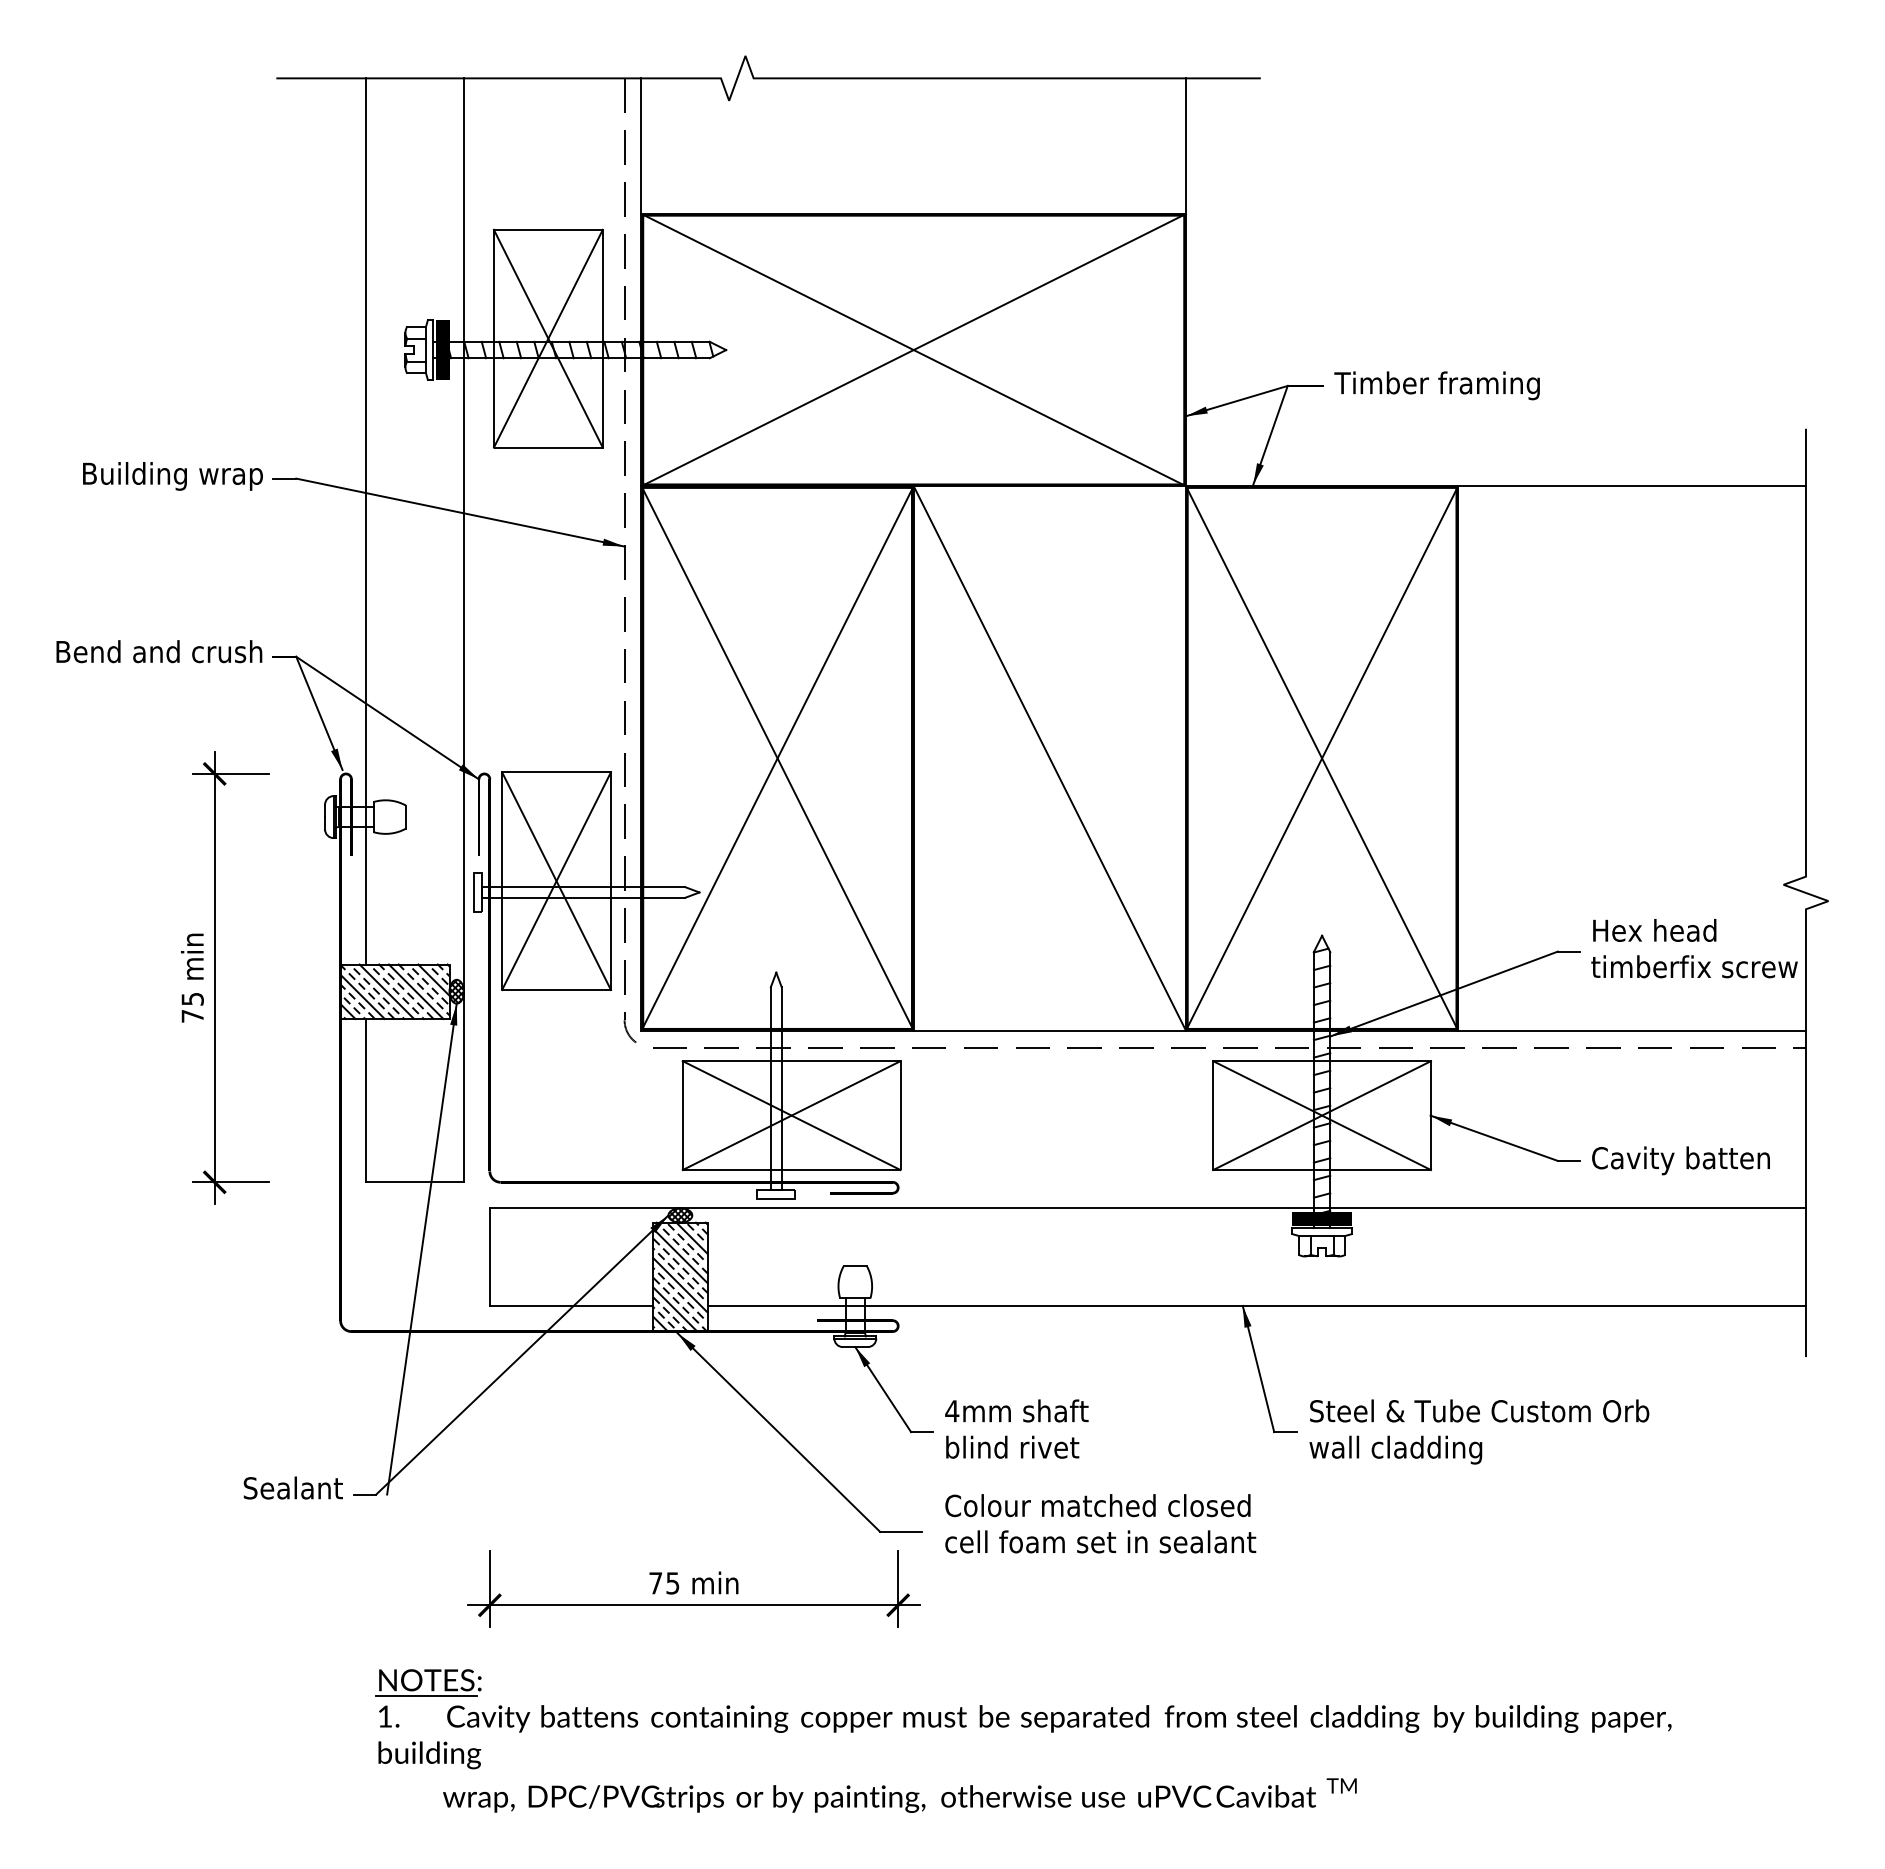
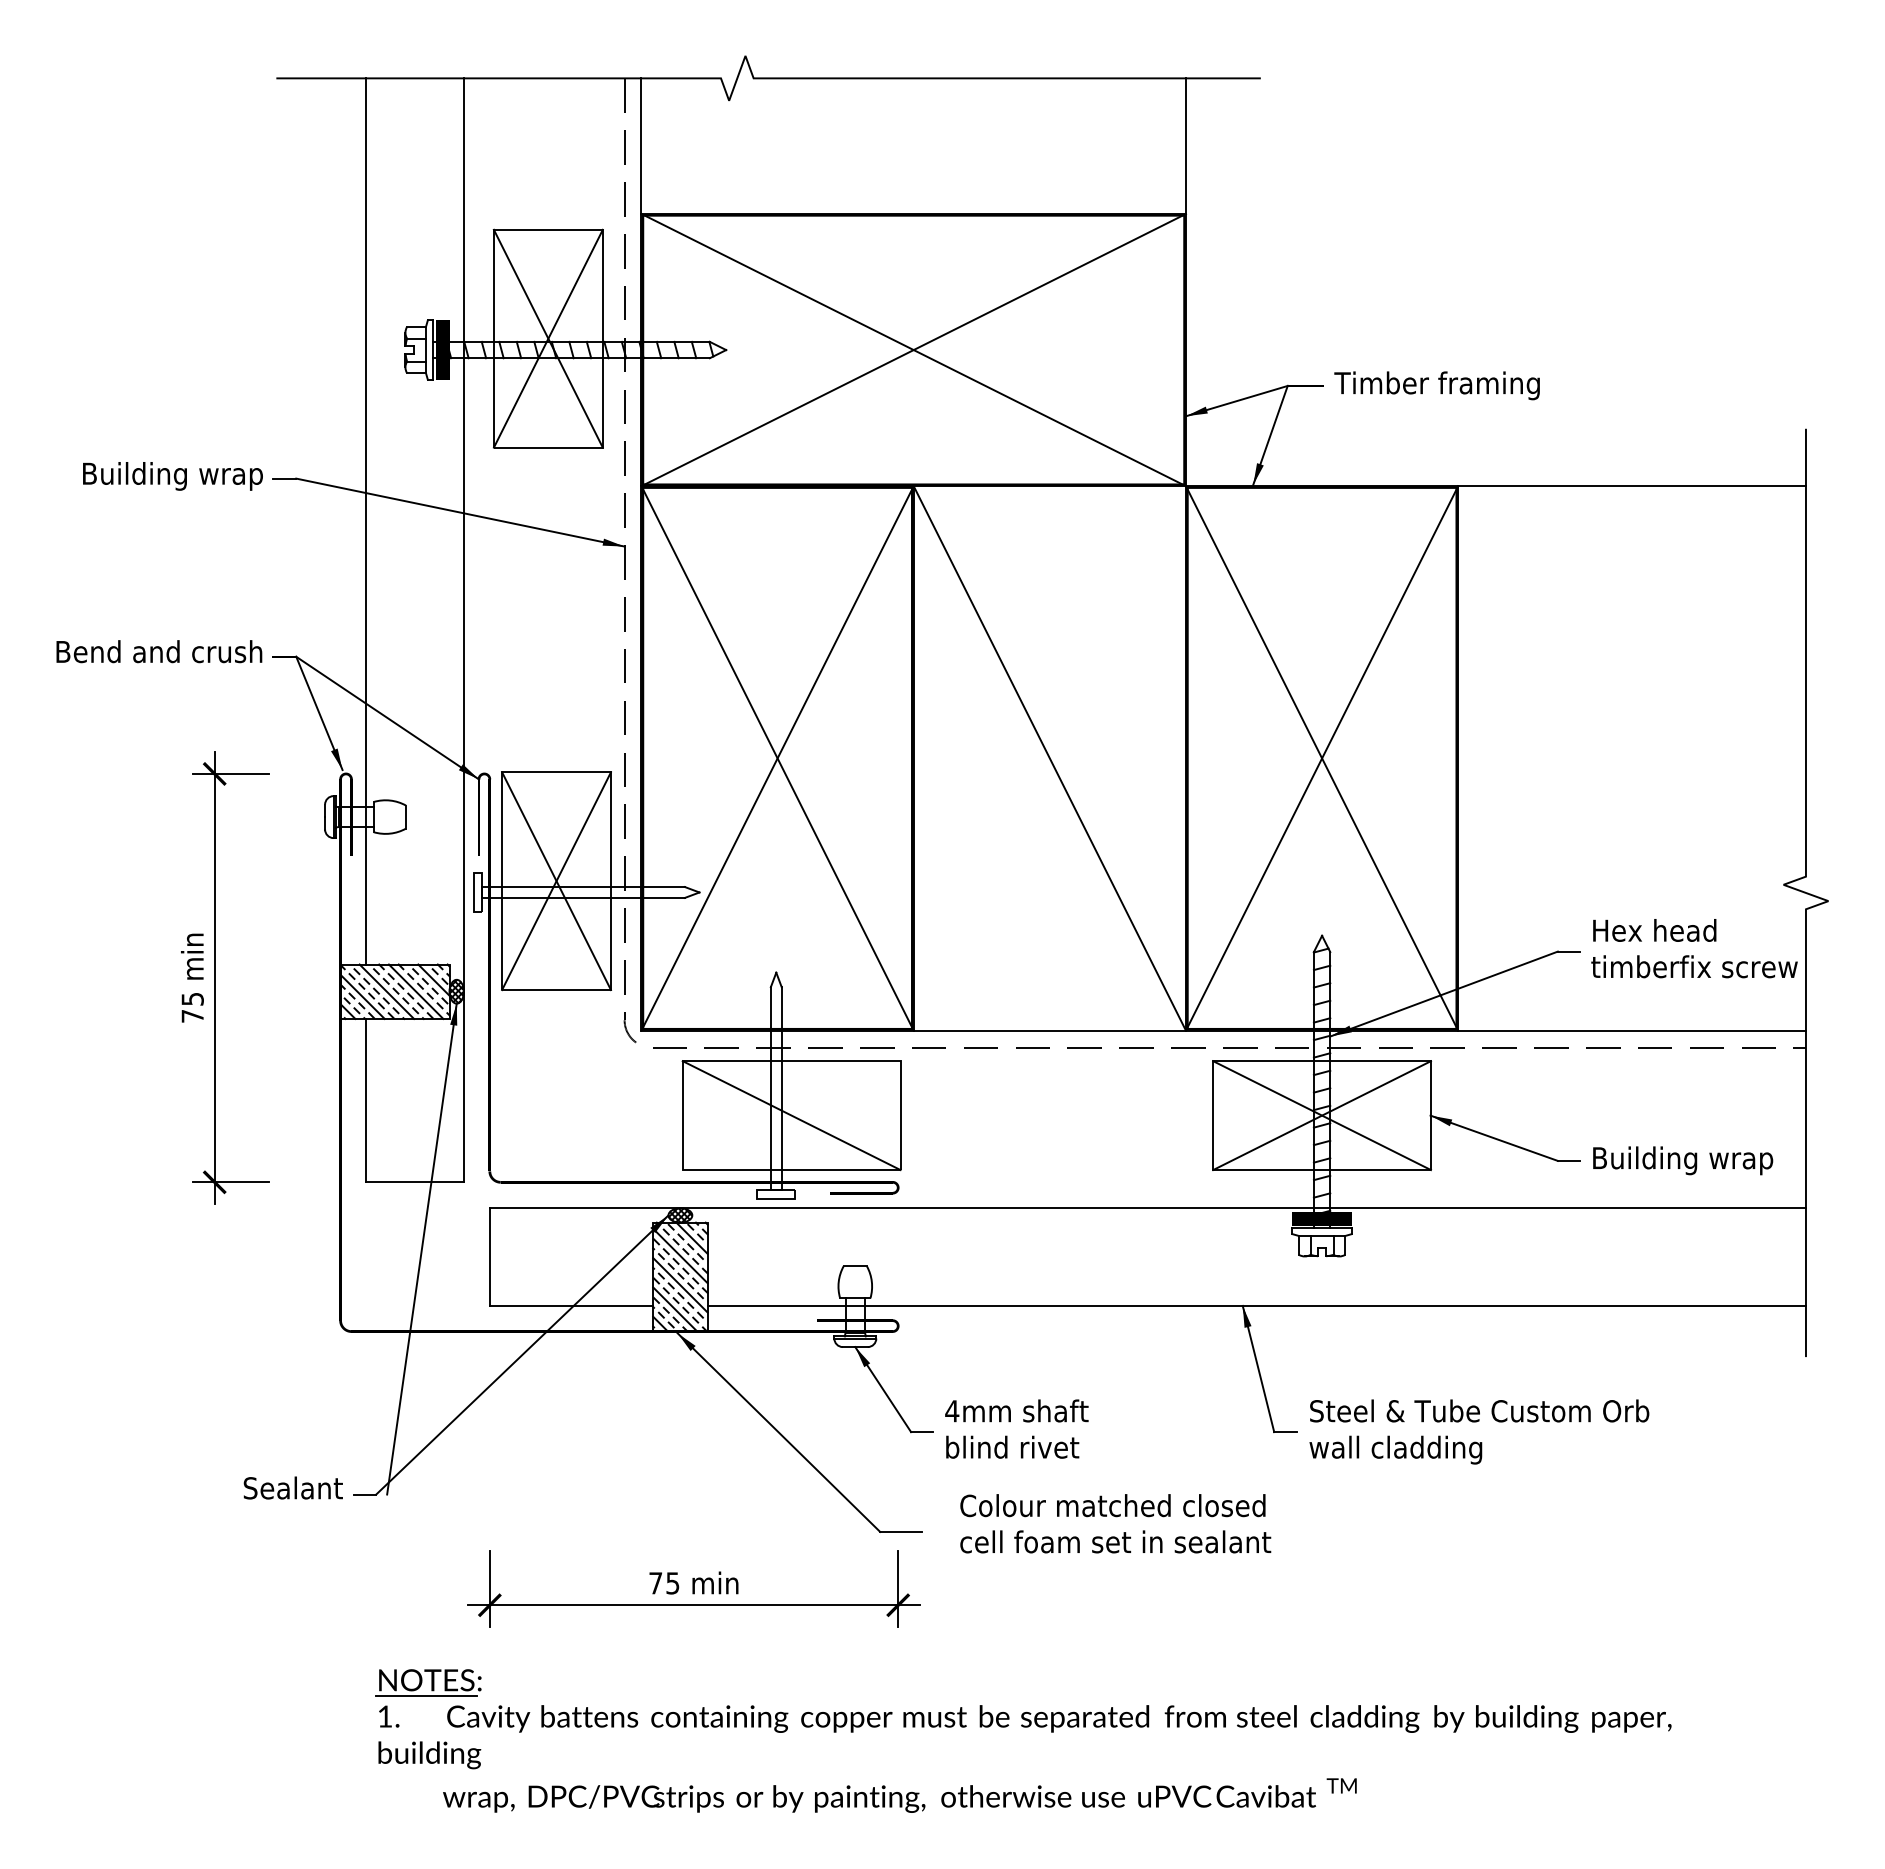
line at (791, 1115): present -> none
text at (1682, 1160): Cavity batten -> Building wrap
text at (1100, 1523) position: (1100, 1523) -> (1115, 1523)
